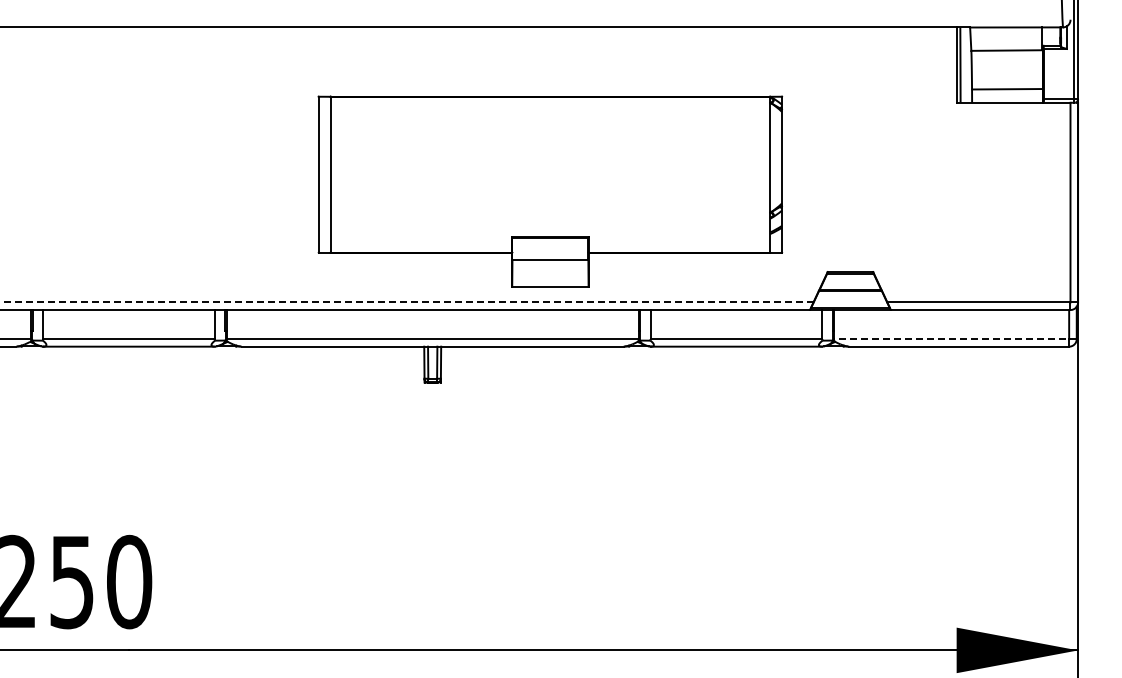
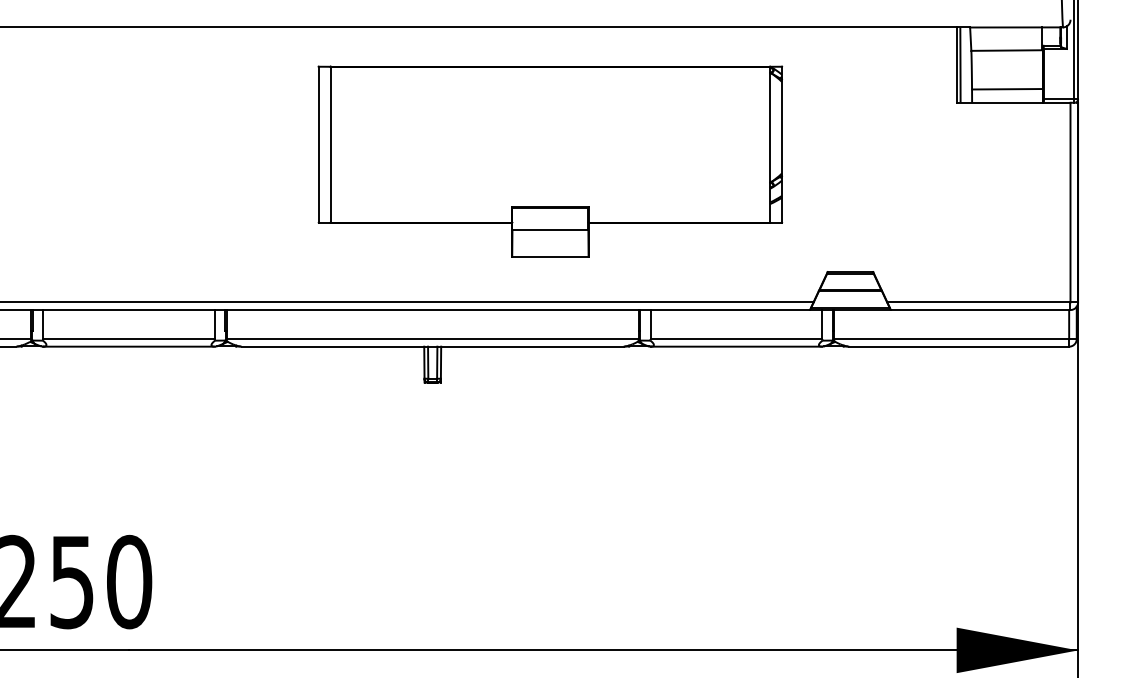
part at (550, 191) position: (550, 191) -> (550, 161)
line at (406, 302): dashed -> solid
line at (954, 339): dashed -> solid
